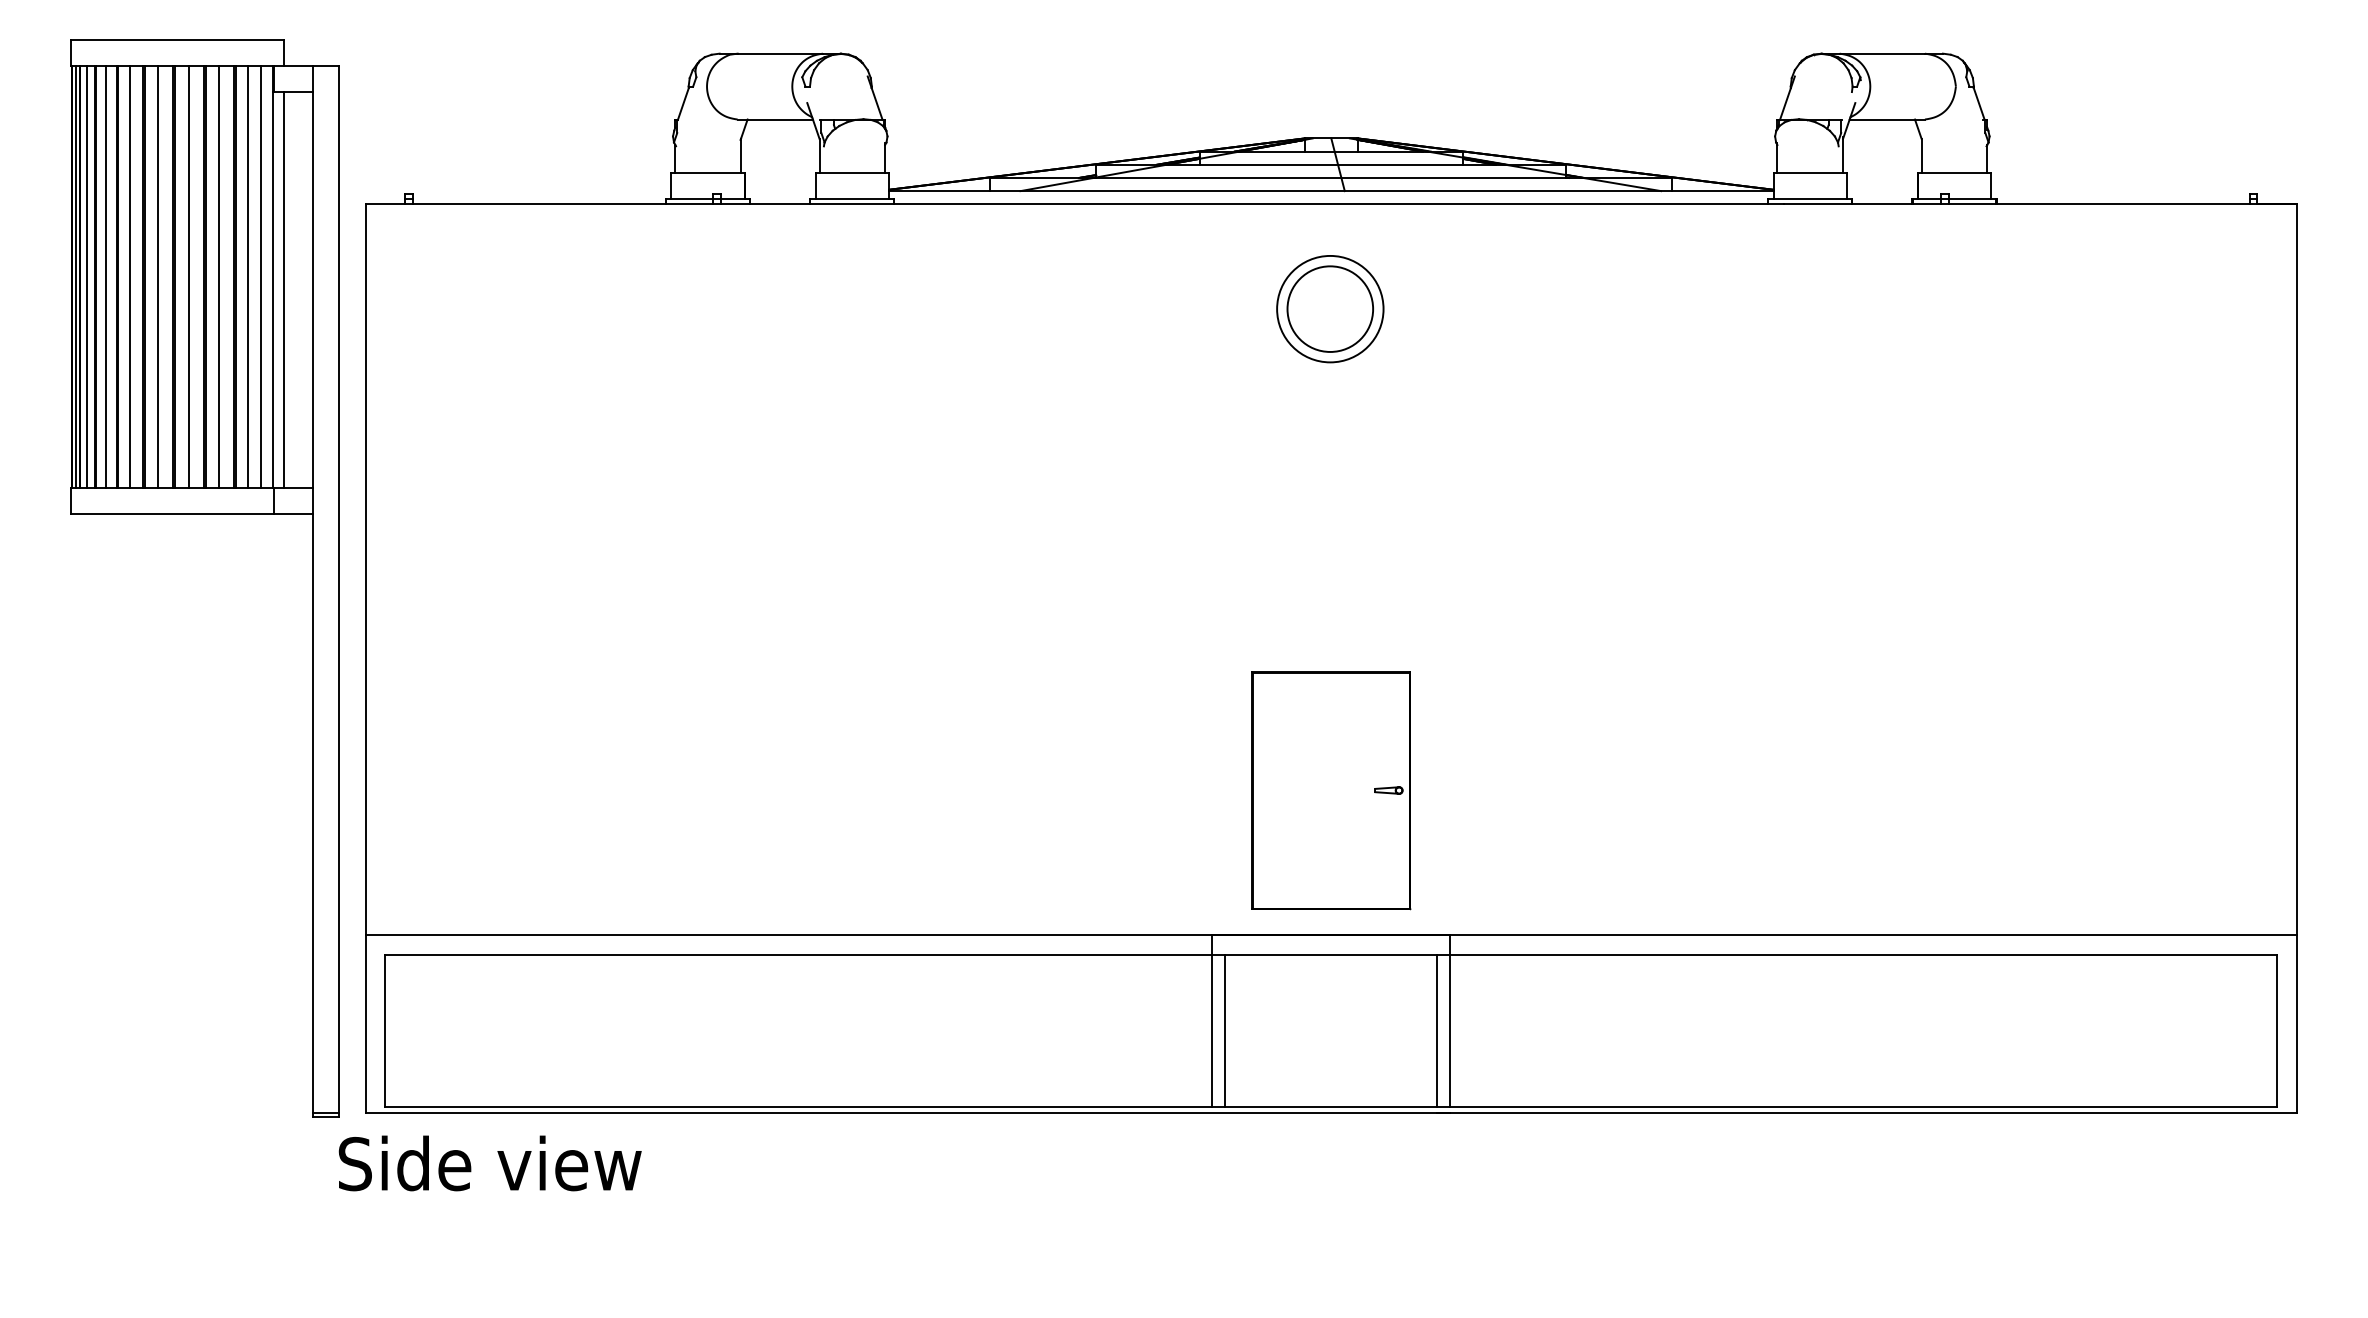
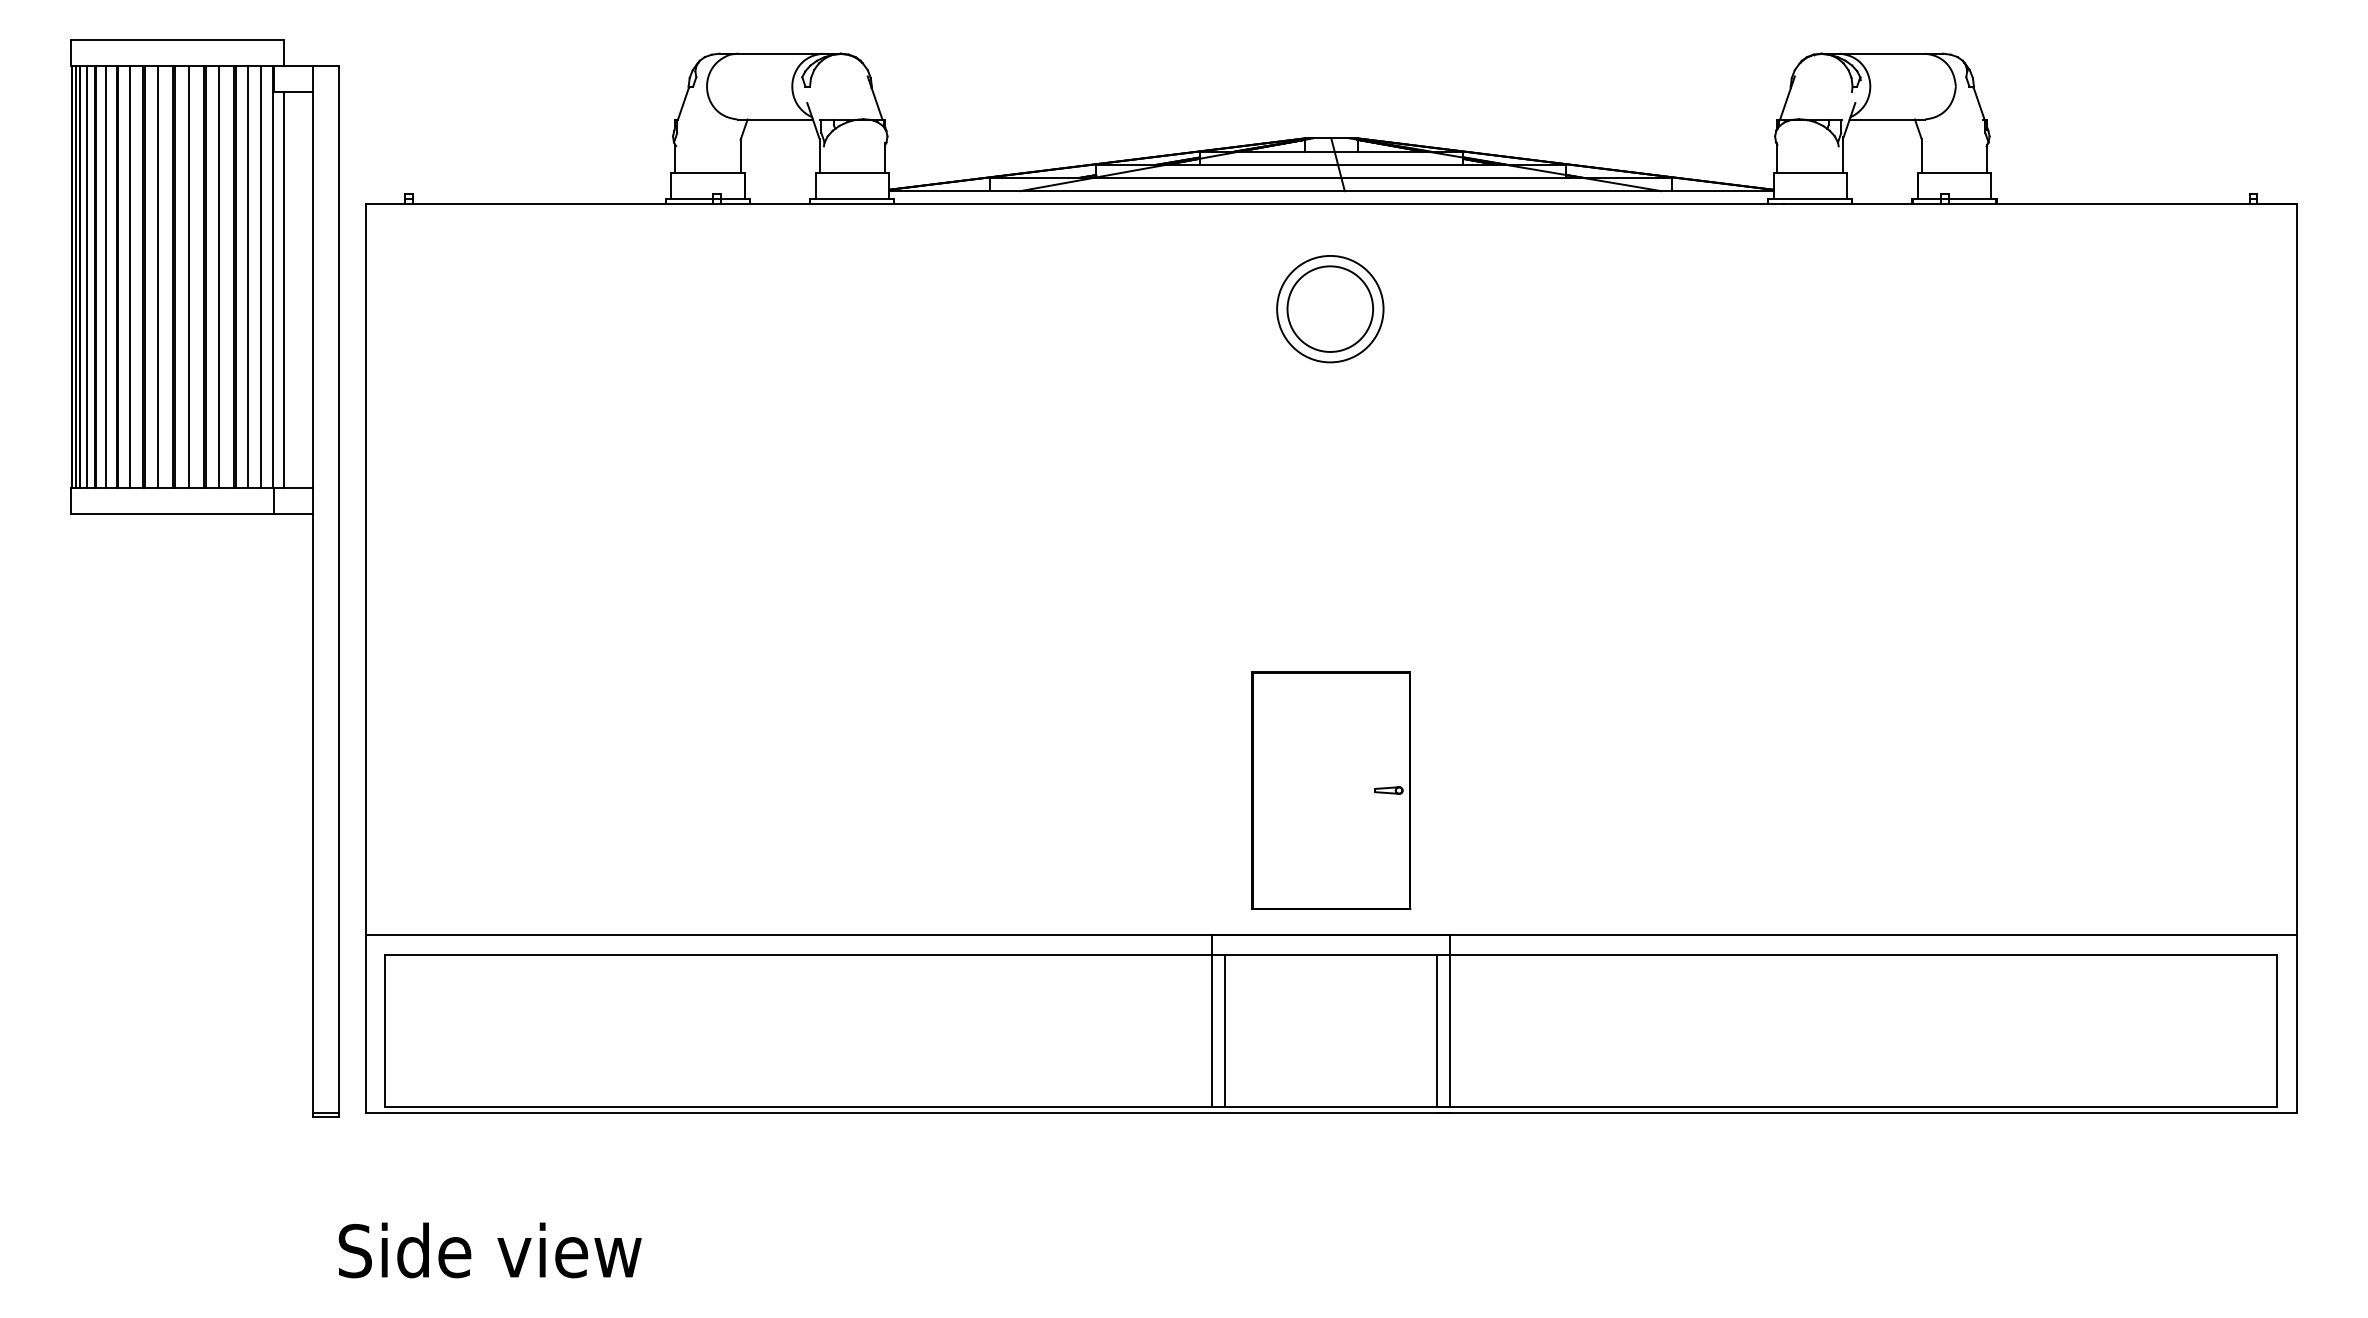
text at (489, 1163) position: (489, 1163) -> (489, 1250)
